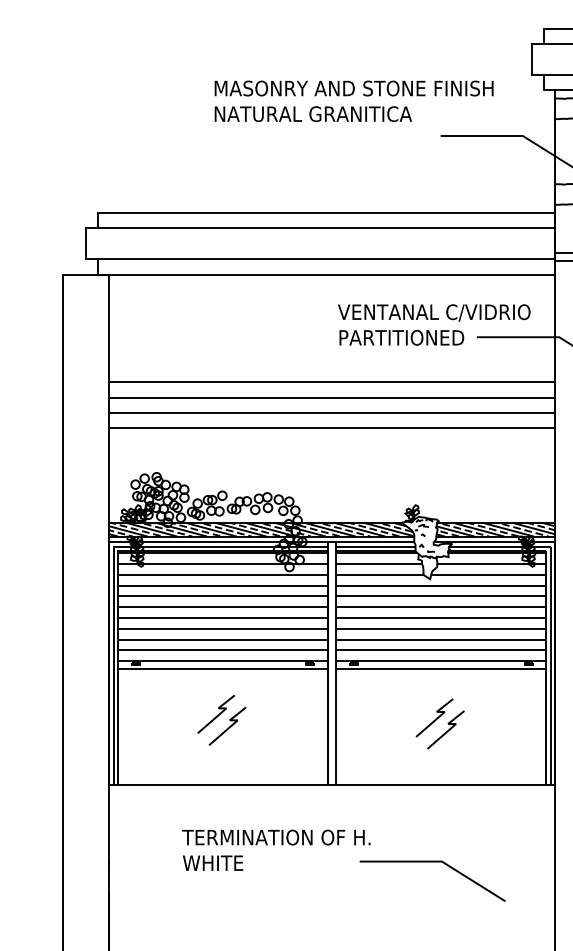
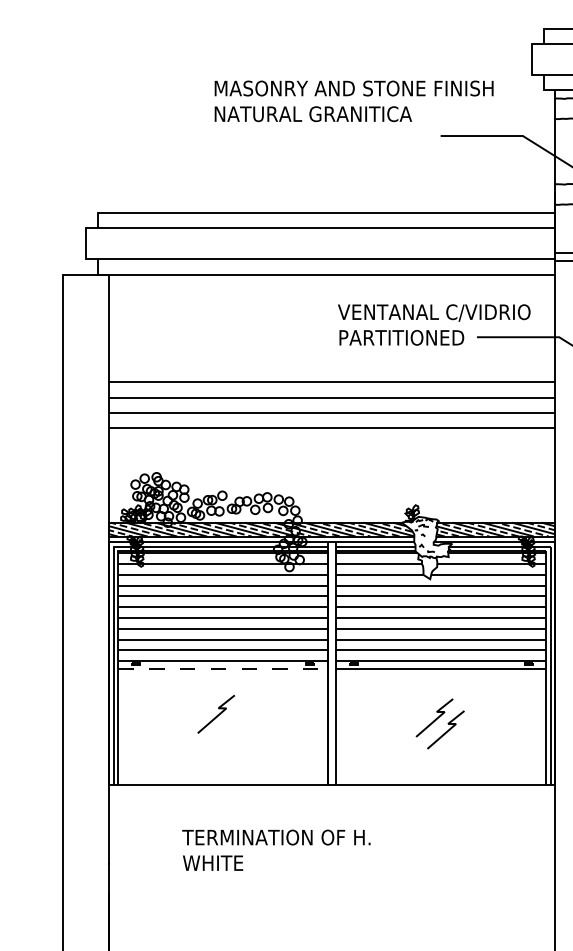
line at (223, 668): solid -> dashed
line at (229, 726): present -> none
line at (432, 862): present -> none
